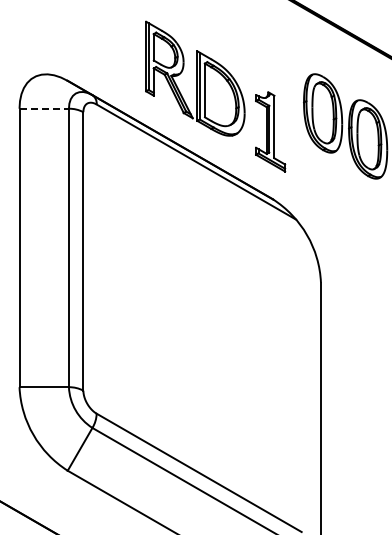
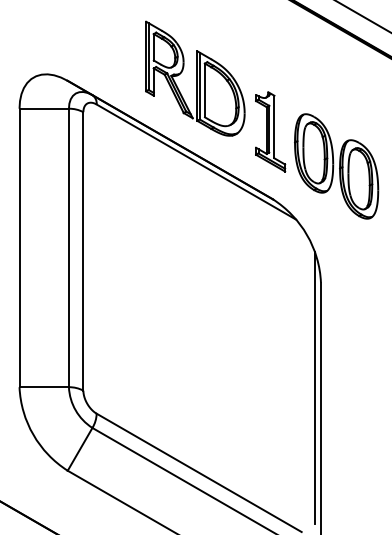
line at (363, 16): none -> present
line at (44, 108): dashed -> solid
part at (345, 126) position: (345, 126) -> (336, 166)
line at (314, 388): none -> present
